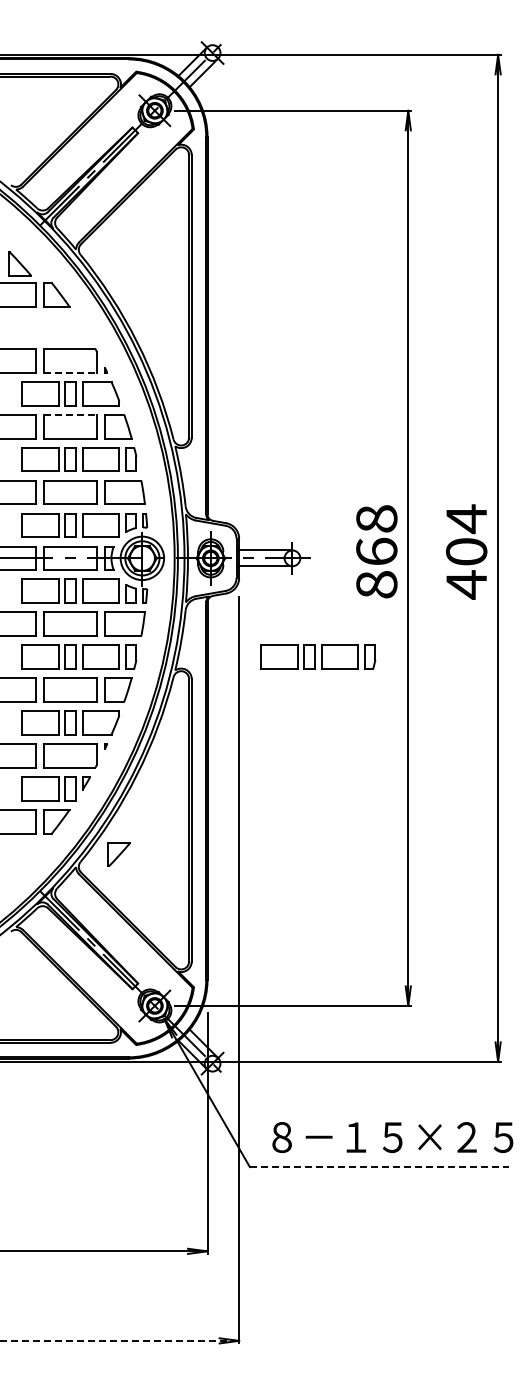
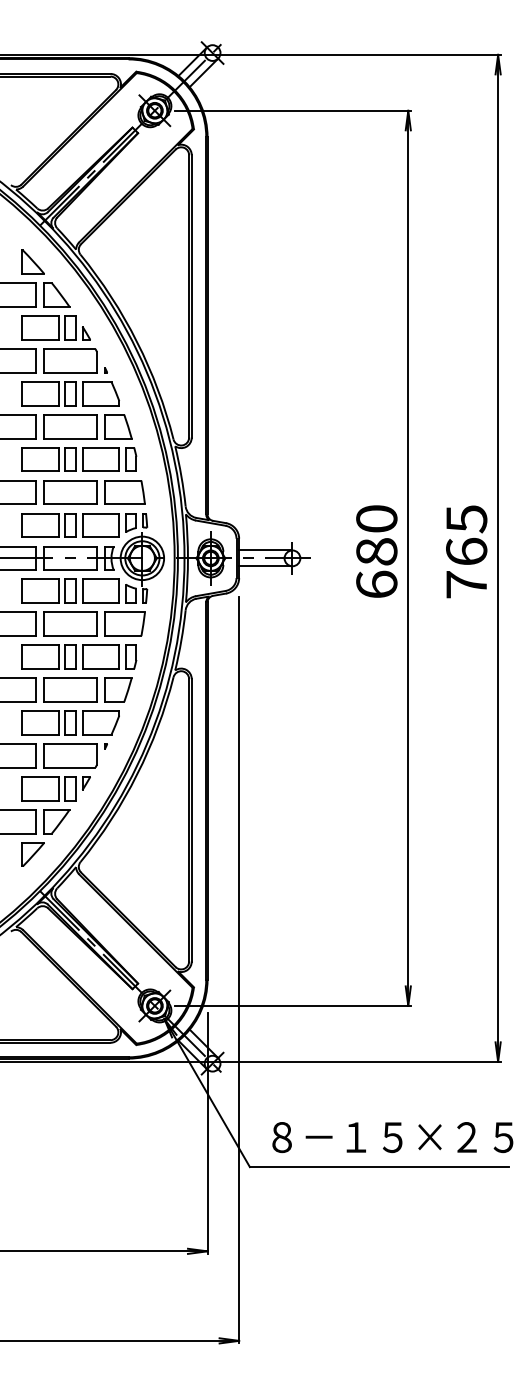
part at (19, 263) position: (19, 263) -> (32, 261)
part at (55, 327): none -> present
line at (71, 372): dashed -> solid
line at (71, 414): dashed -> solid
text at (376, 551): 868 -> 680
text at (466, 551): 404 -> 765
part at (318, 656): present -> none
part at (118, 854) position: (118, 854) -> (32, 854)
line at (379, 1167): dashed -> solid
line at (120, 1340): dashed -> solid
